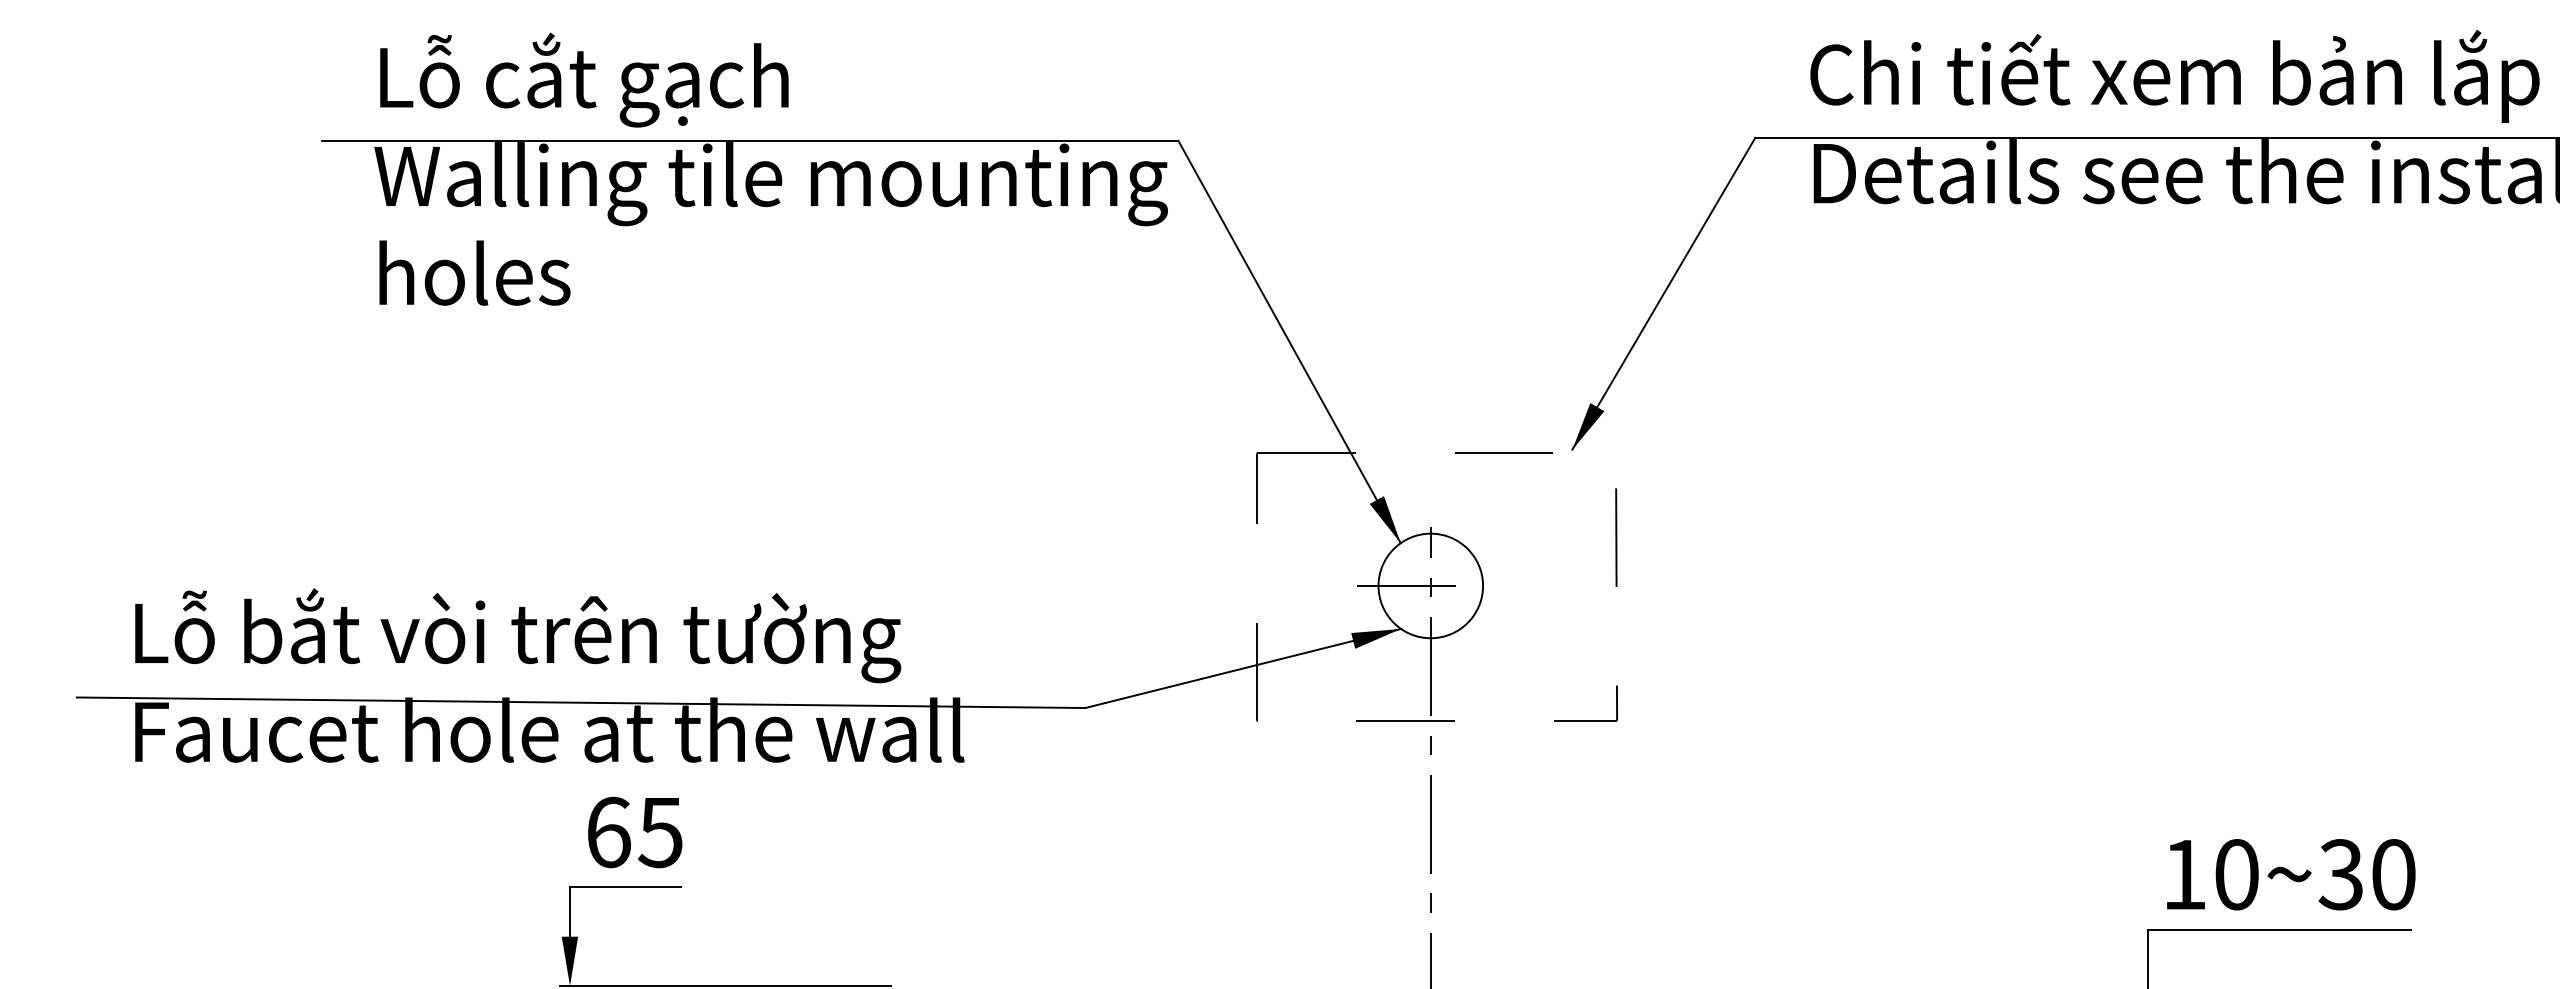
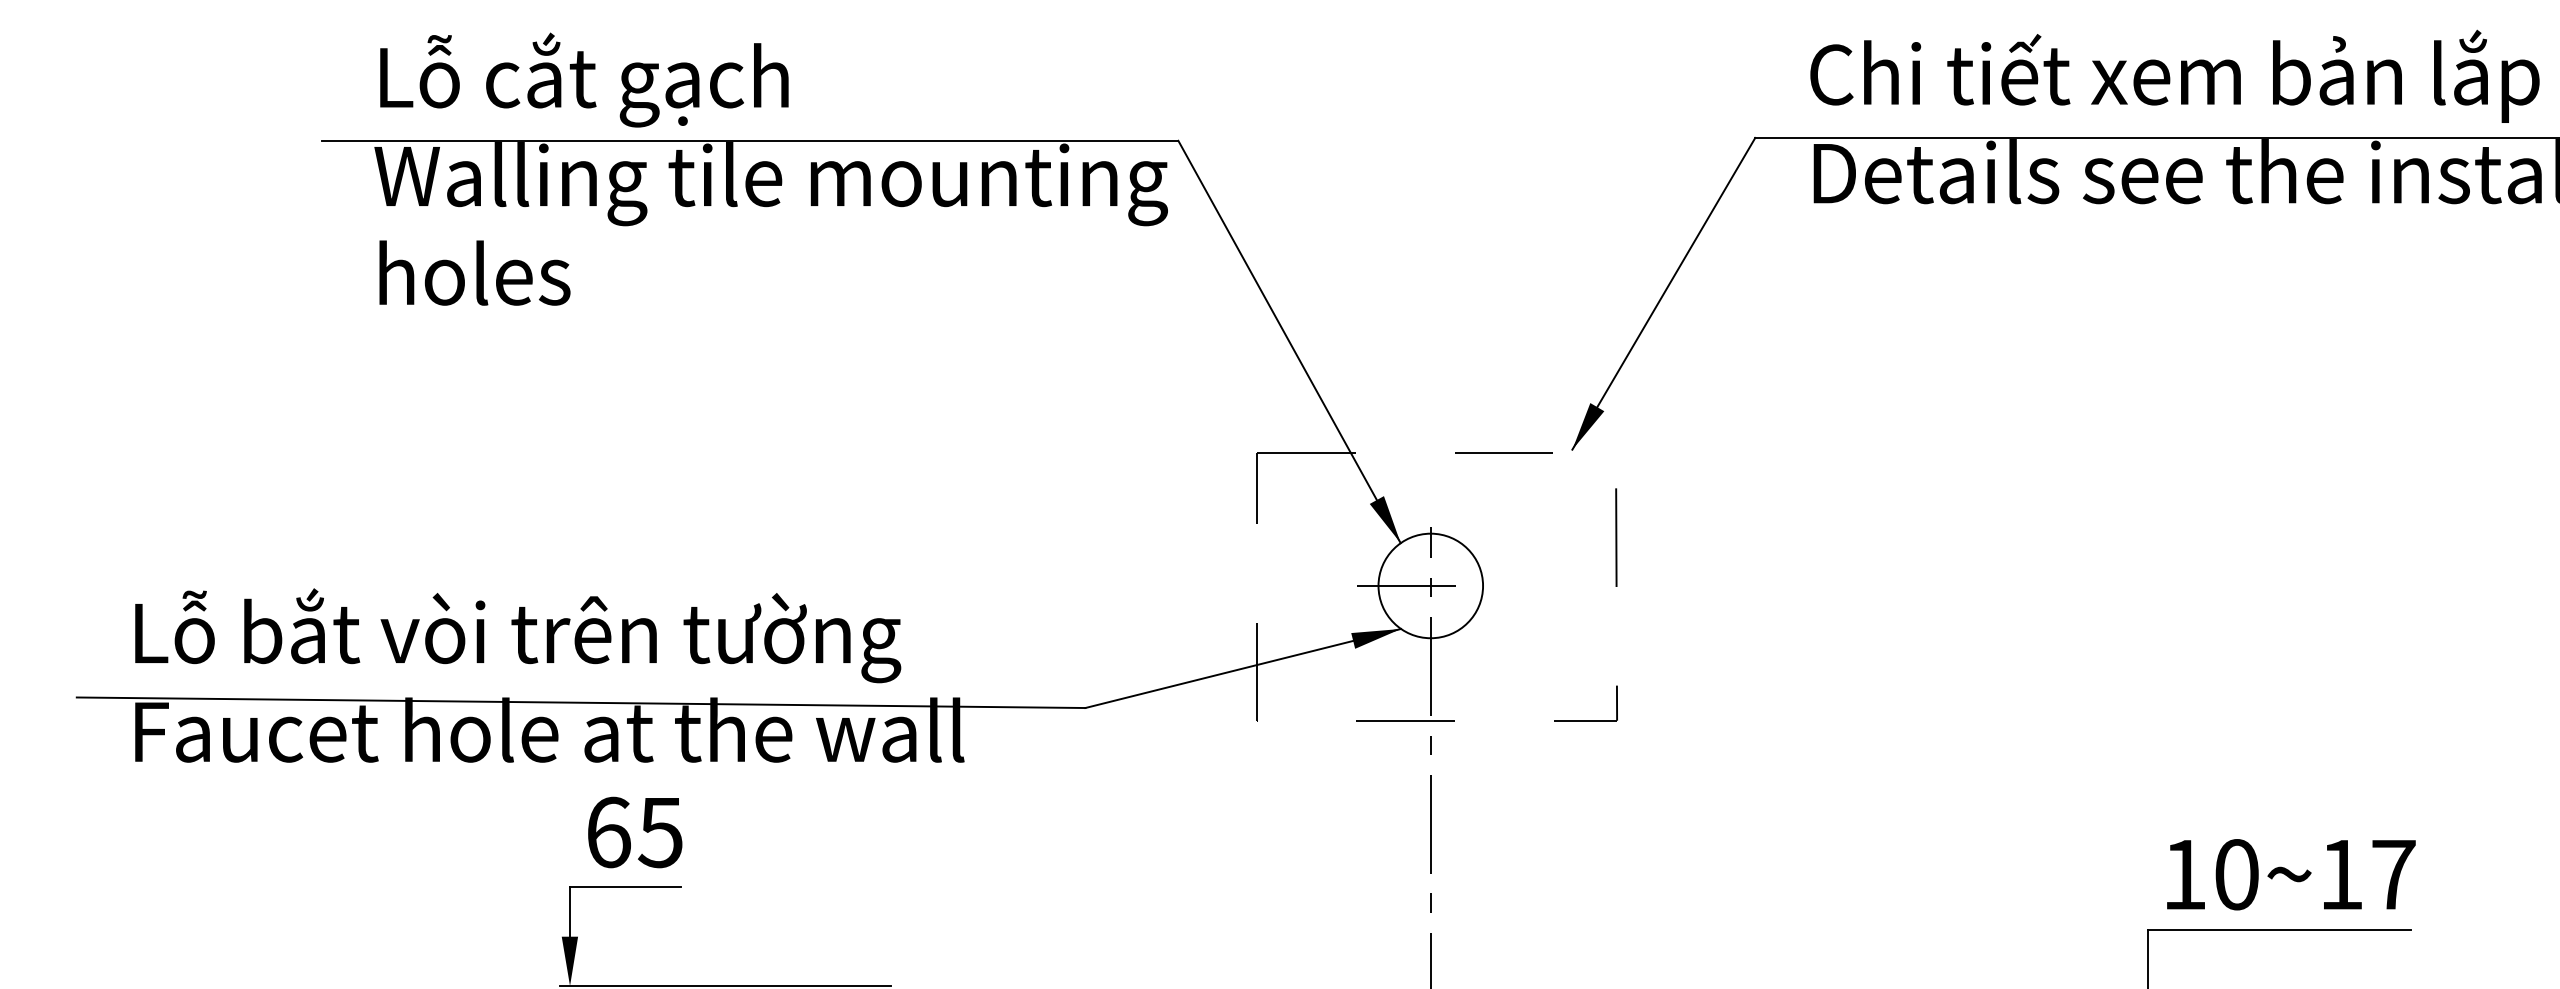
text at (2366, 874): 10~30 -> 10~17
